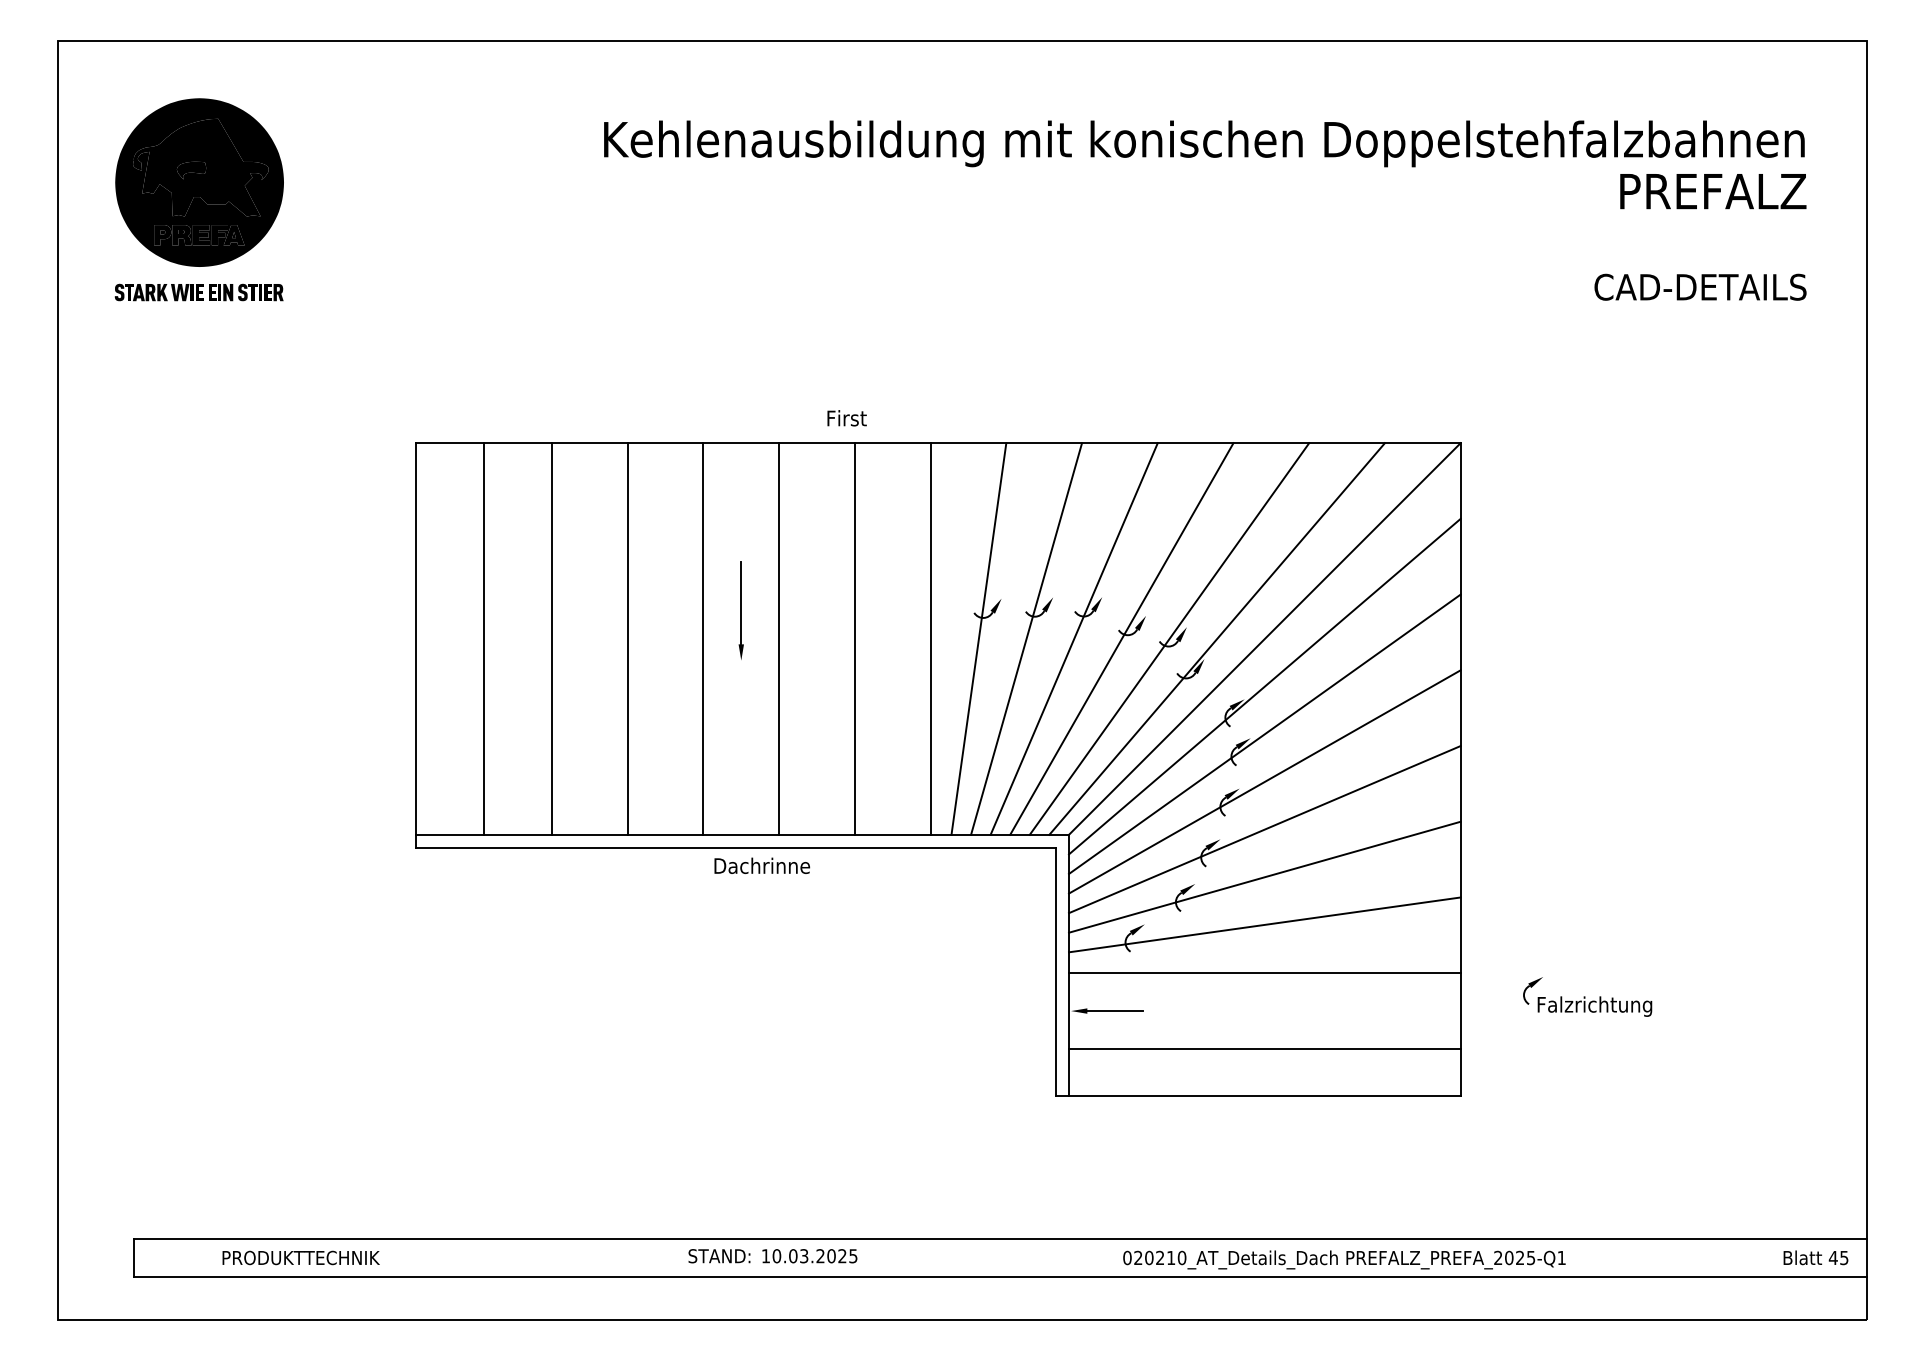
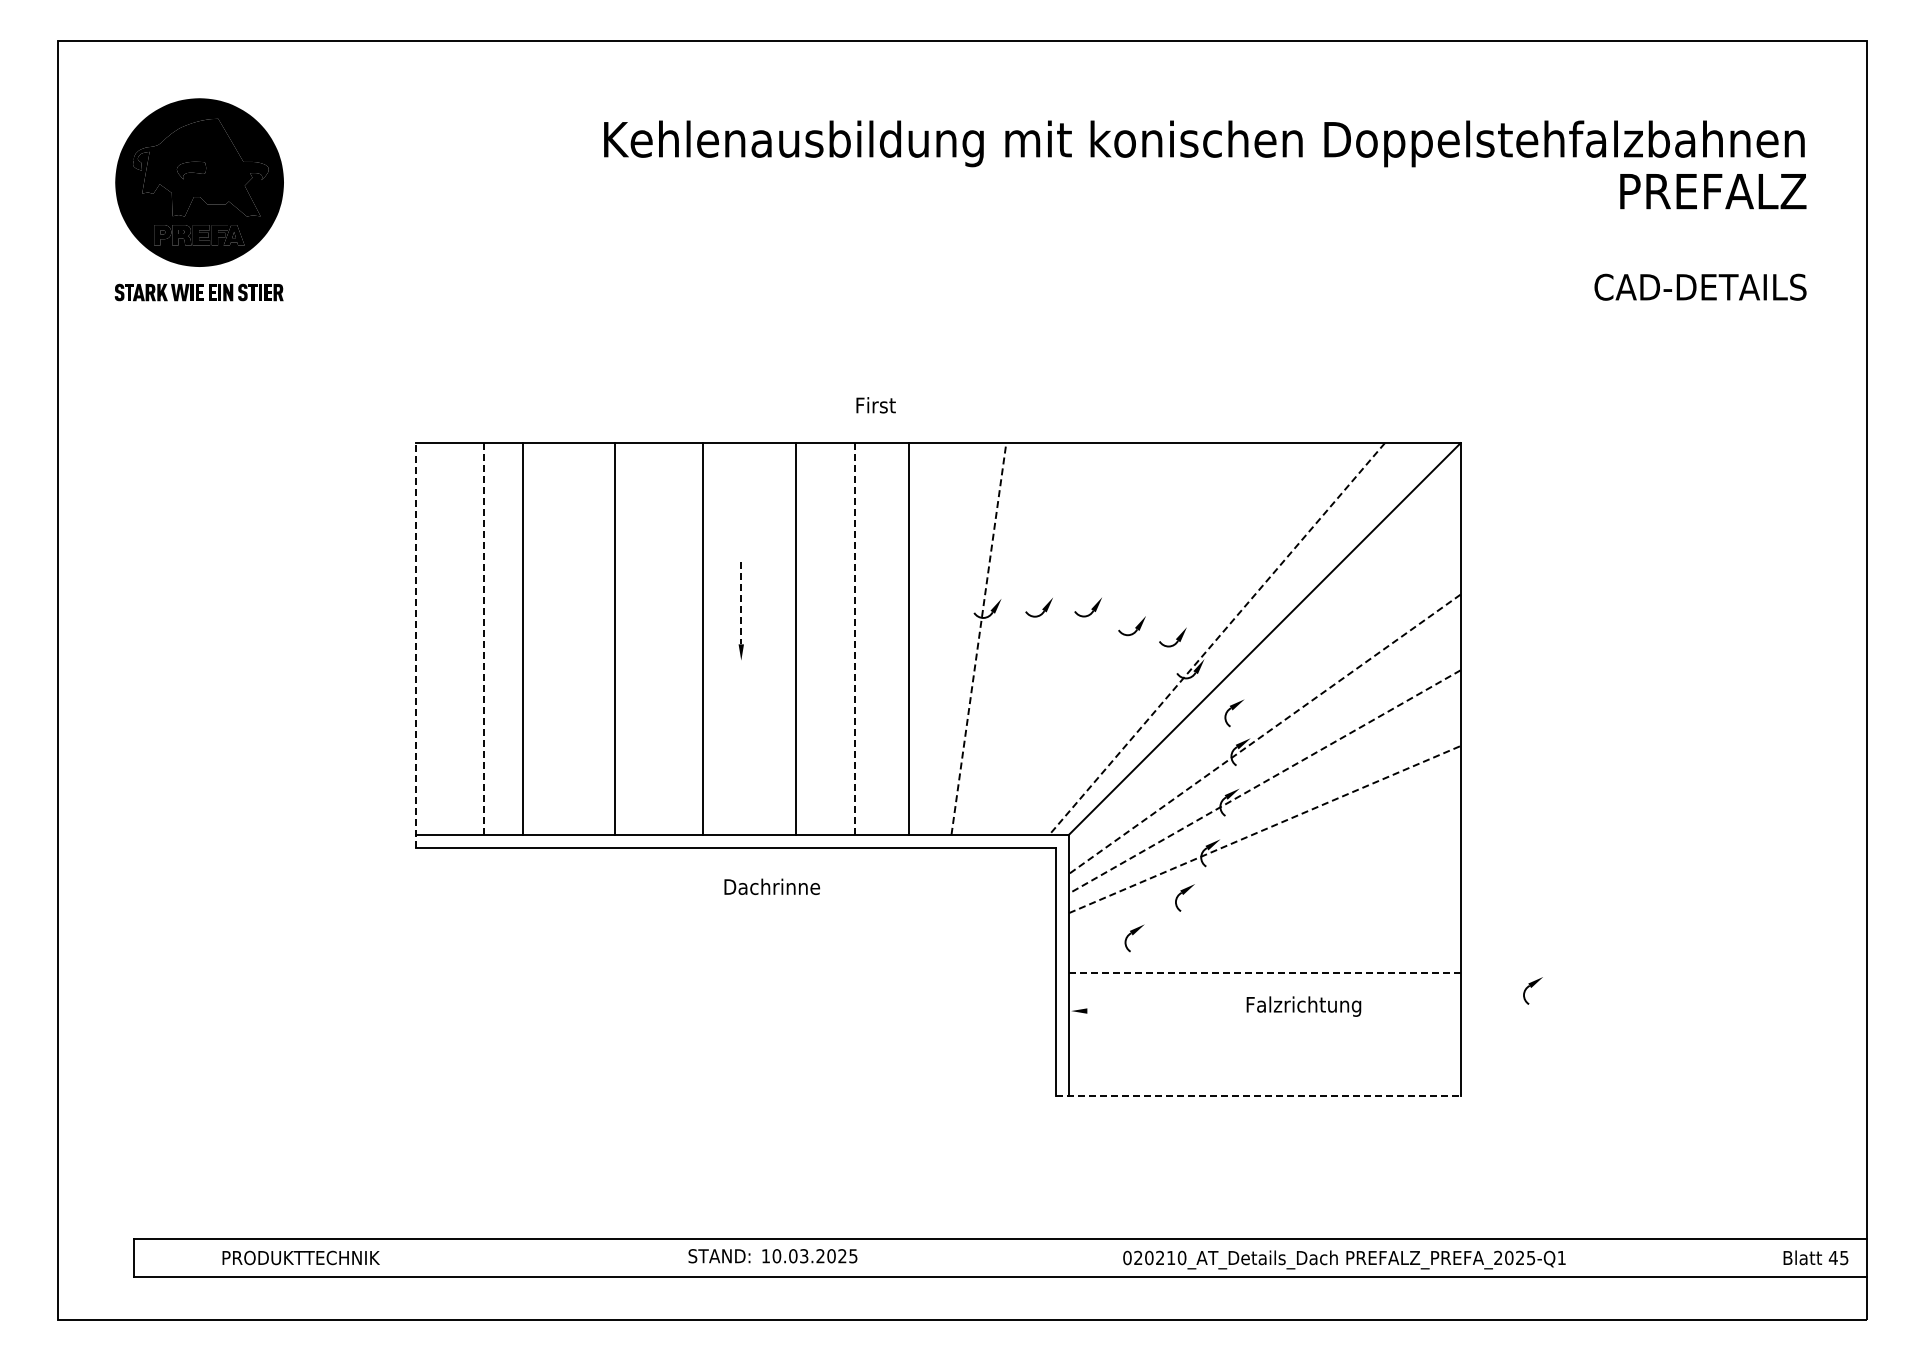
text at (846, 418) position: (846, 418) -> (875, 405)
line at (741, 603): solid -> dashed
line at (484, 638): solid -> dashed
line at (552, 638) position: (552, 638) -> (523, 638)
line at (627, 638) position: (627, 638) -> (614, 638)
line at (779, 638) position: (779, 638) -> (796, 638)
line at (854, 638): solid -> dashed
line at (930, 638) position: (930, 638) -> (908, 638)
line at (978, 638): solid -> dashed
line at (1026, 638): present -> none
line at (1073, 638): present -> none
line at (1121, 638): present -> none
line at (1169, 638): present -> none
line at (1217, 638): solid -> dashed
line at (416, 645): solid -> dashed
line at (1264, 686): present -> none
line at (1264, 734): solid -> dashed
line at (1264, 782): solid -> dashed
line at (1264, 829): solid -> dashed
text at (762, 865) position: (762, 865) -> (772, 886)
line at (1264, 876): present -> none
line at (1264, 924): present -> none
line at (1264, 973): solid -> dashed
text at (1594, 1006) position: (1594, 1006) -> (1303, 1006)
line at (1115, 1011): present -> none
line at (1264, 1048): present -> none
line at (1258, 1095): solid -> dashed
